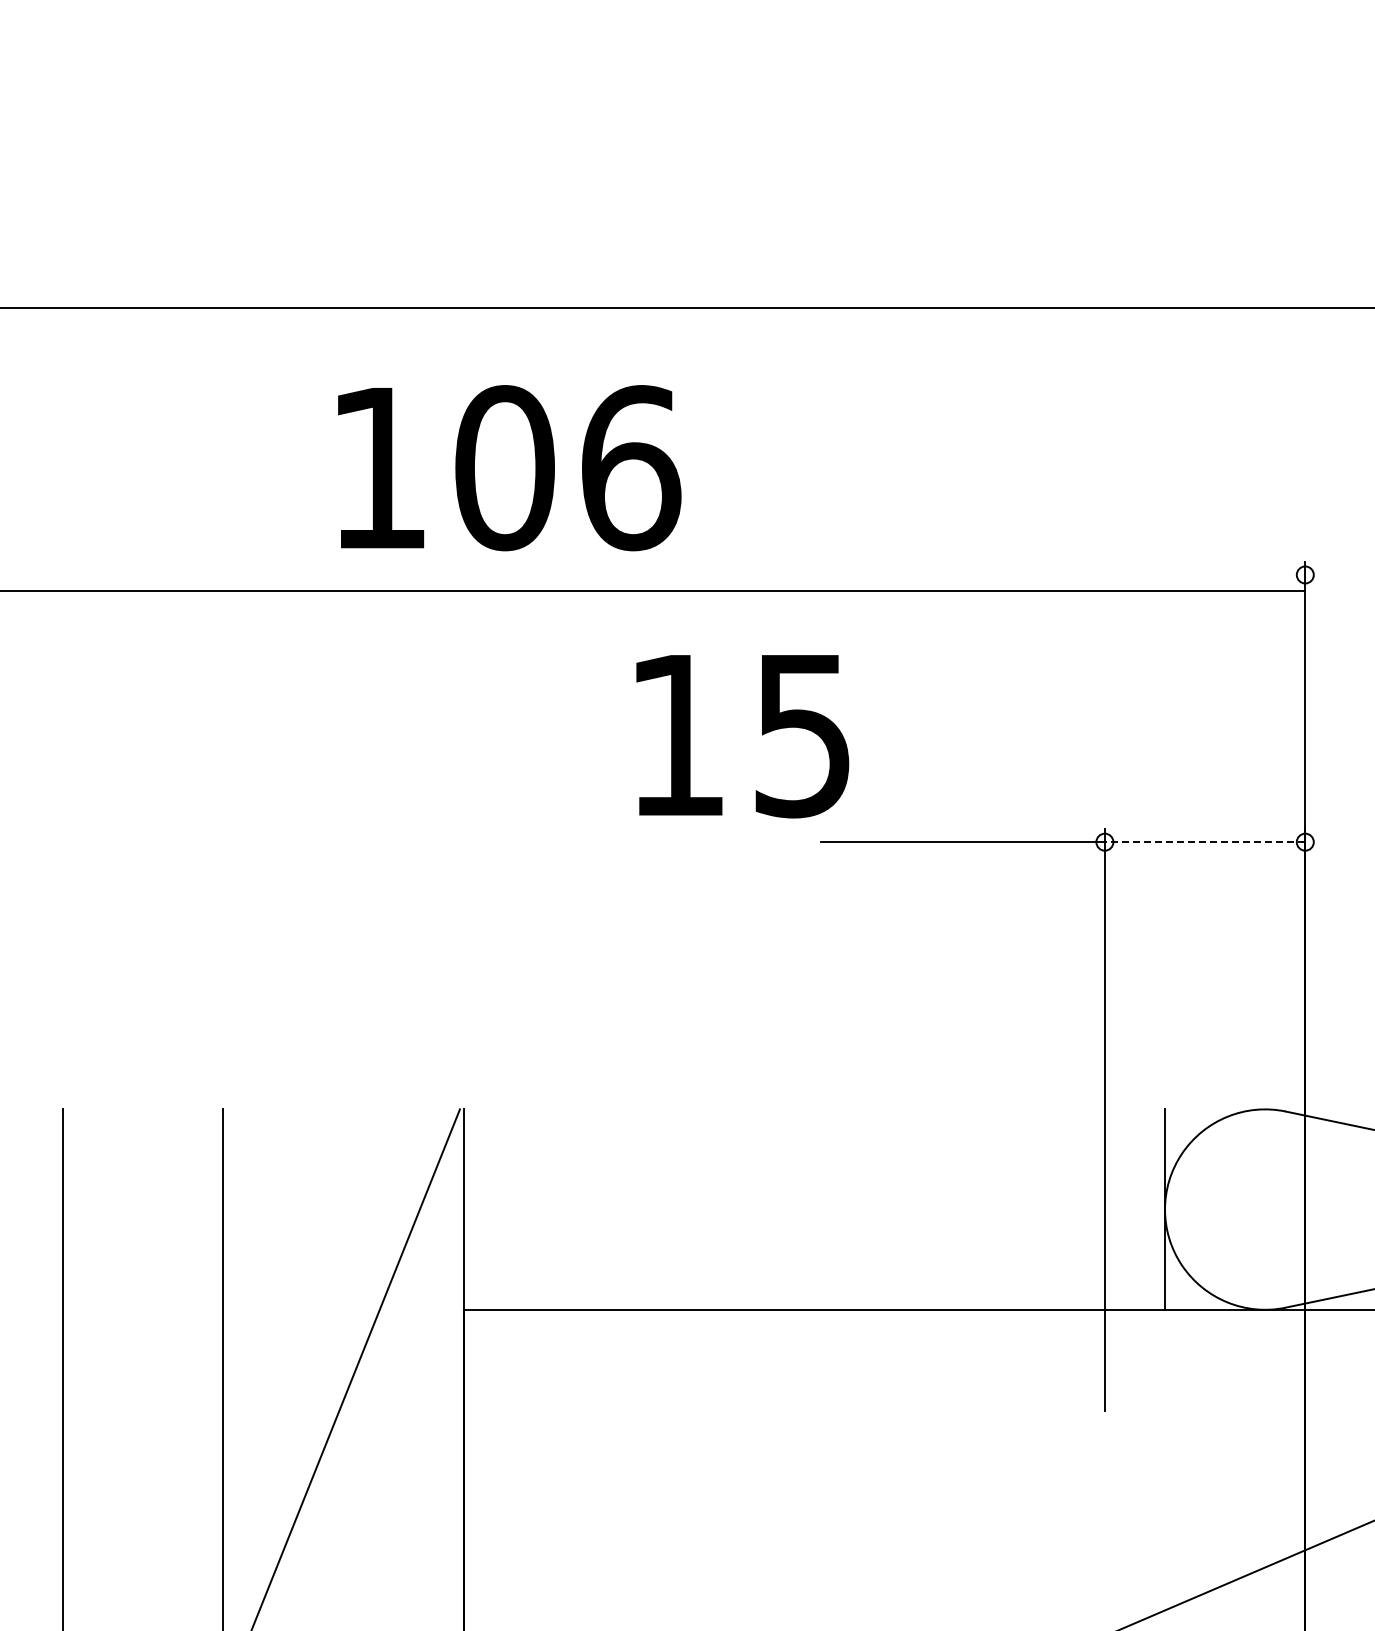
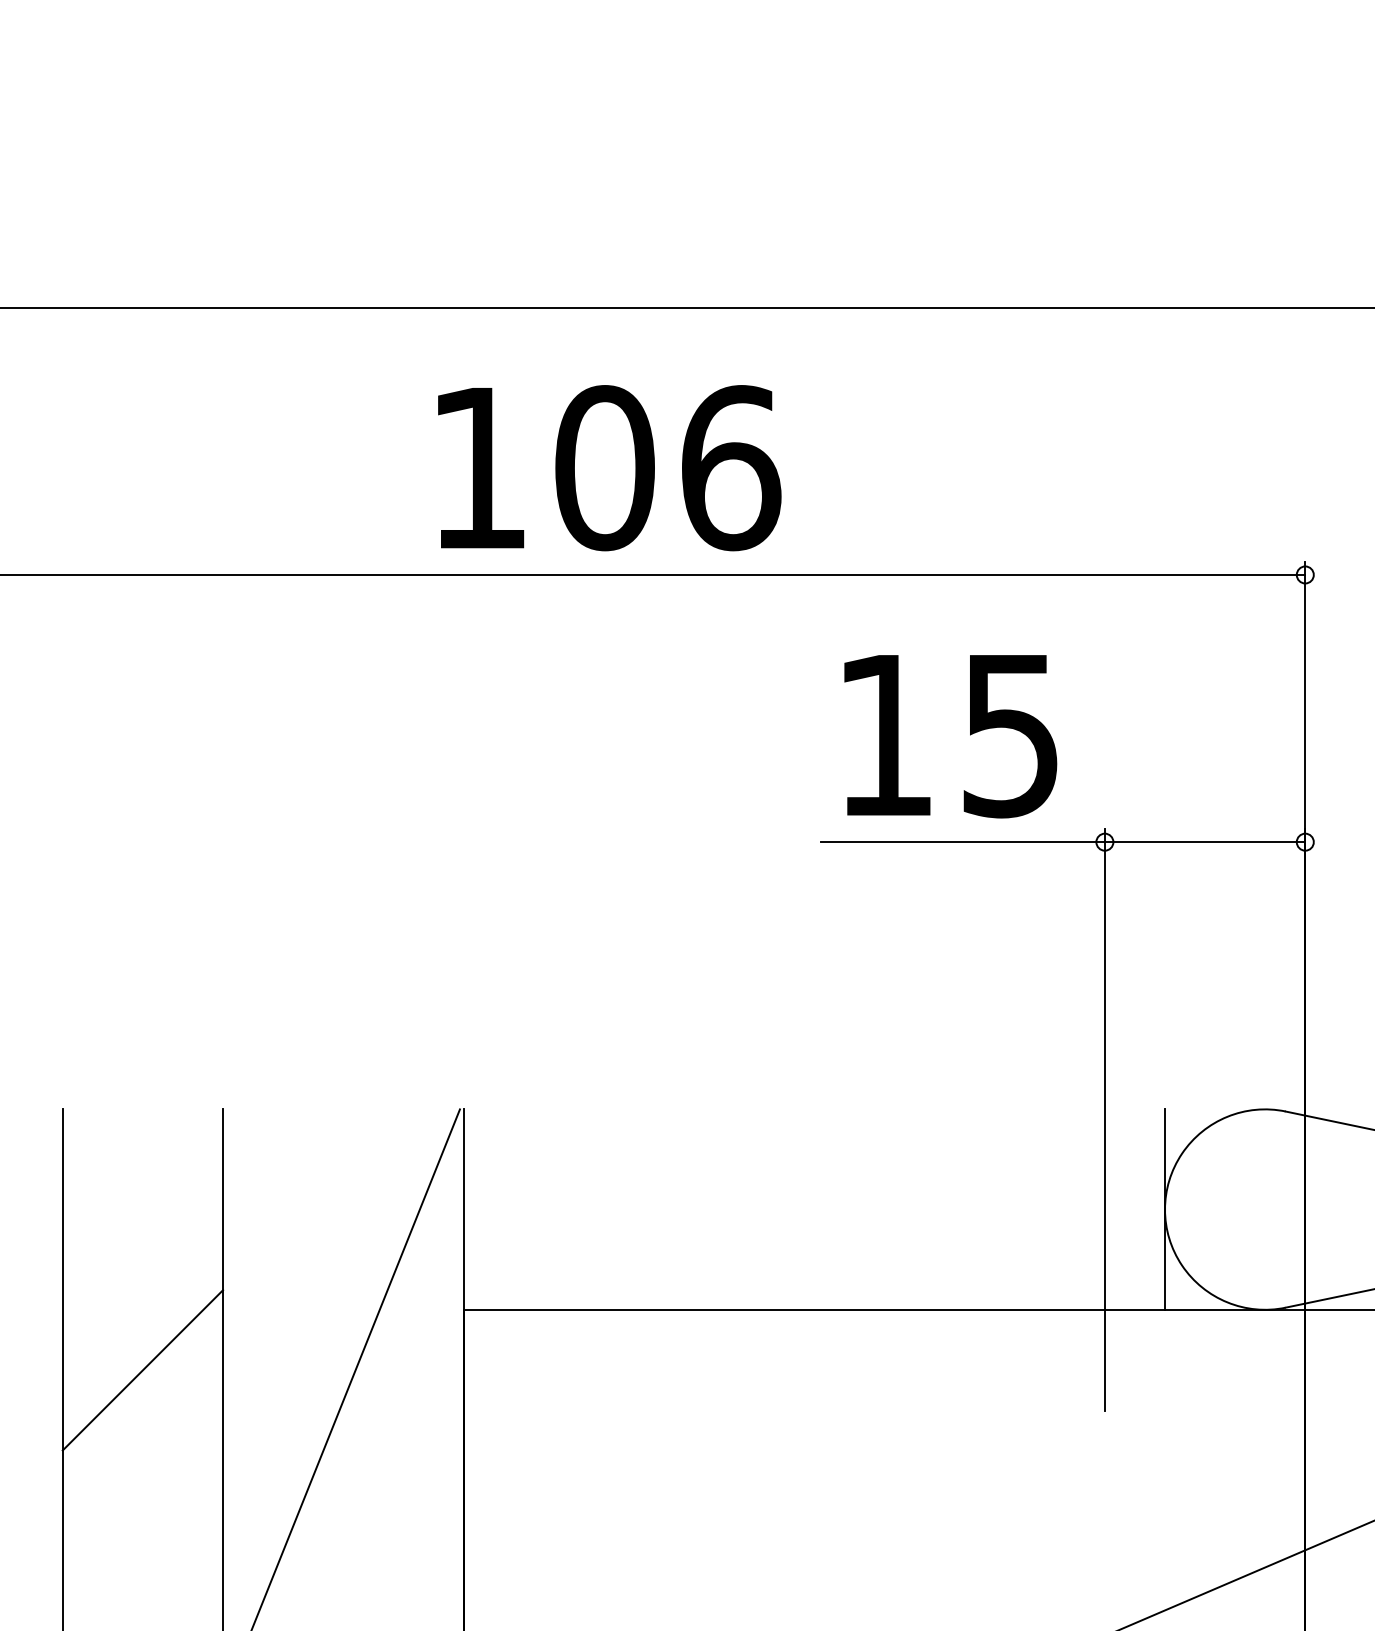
text at (509, 468) position: (509, 468) -> (609, 468)
line at (653, 590) position: (653, 590) -> (653, 574)
text at (742, 736) position: (742, 736) -> (950, 736)
line at (1204, 842): dashed -> solid
line at (142, 1370): none -> present
